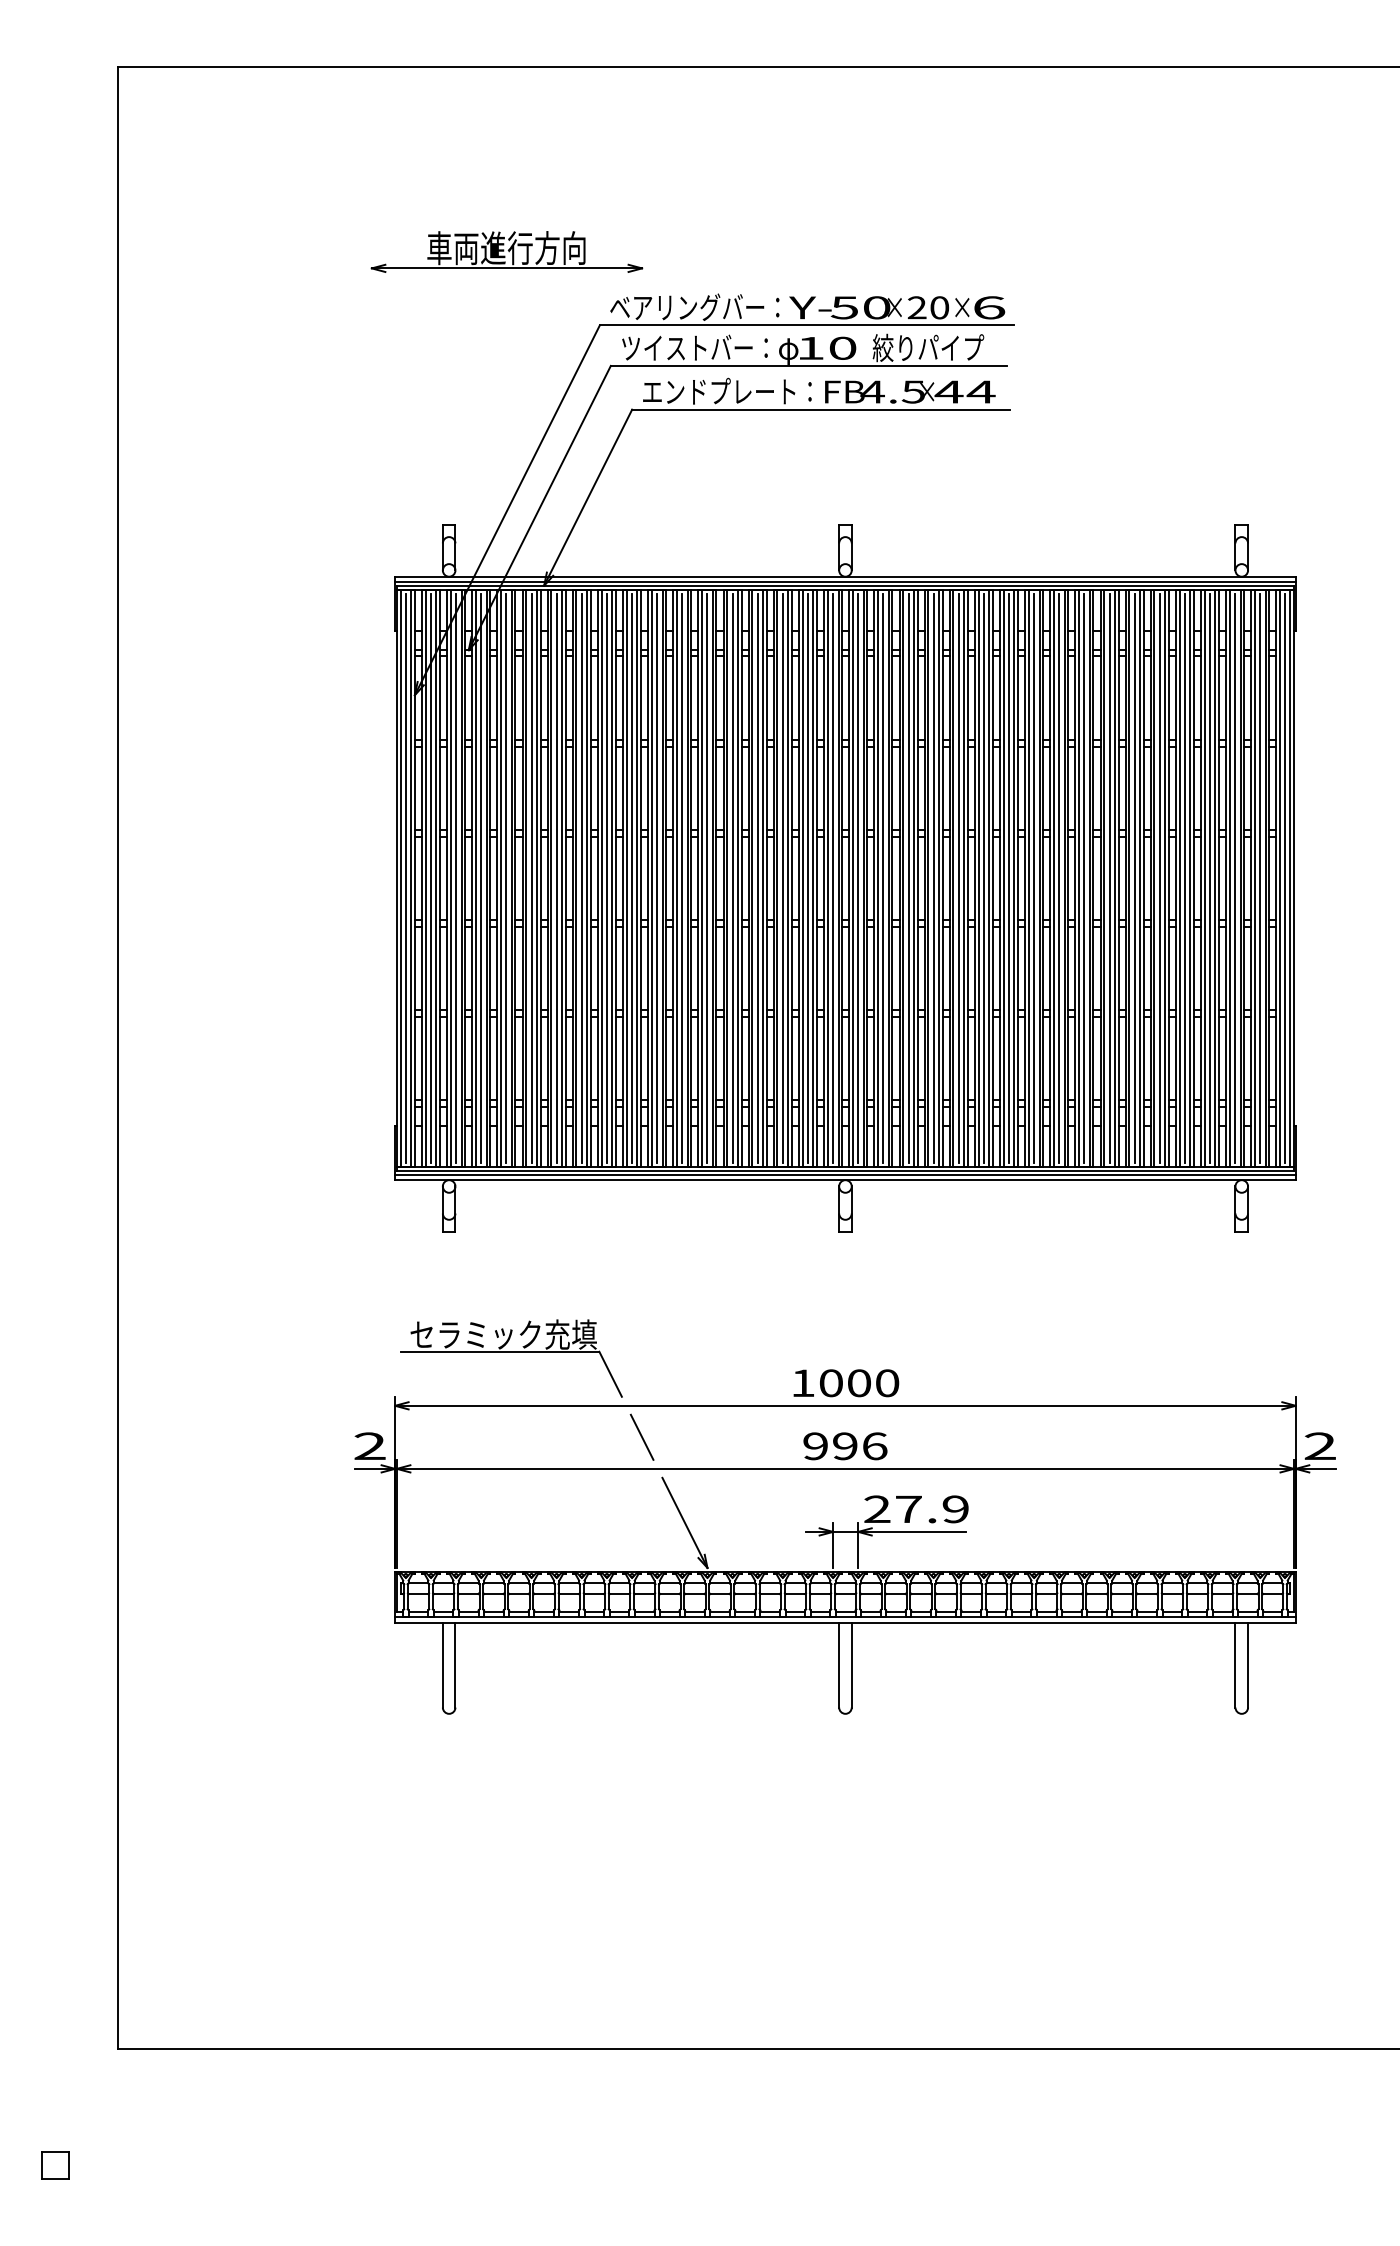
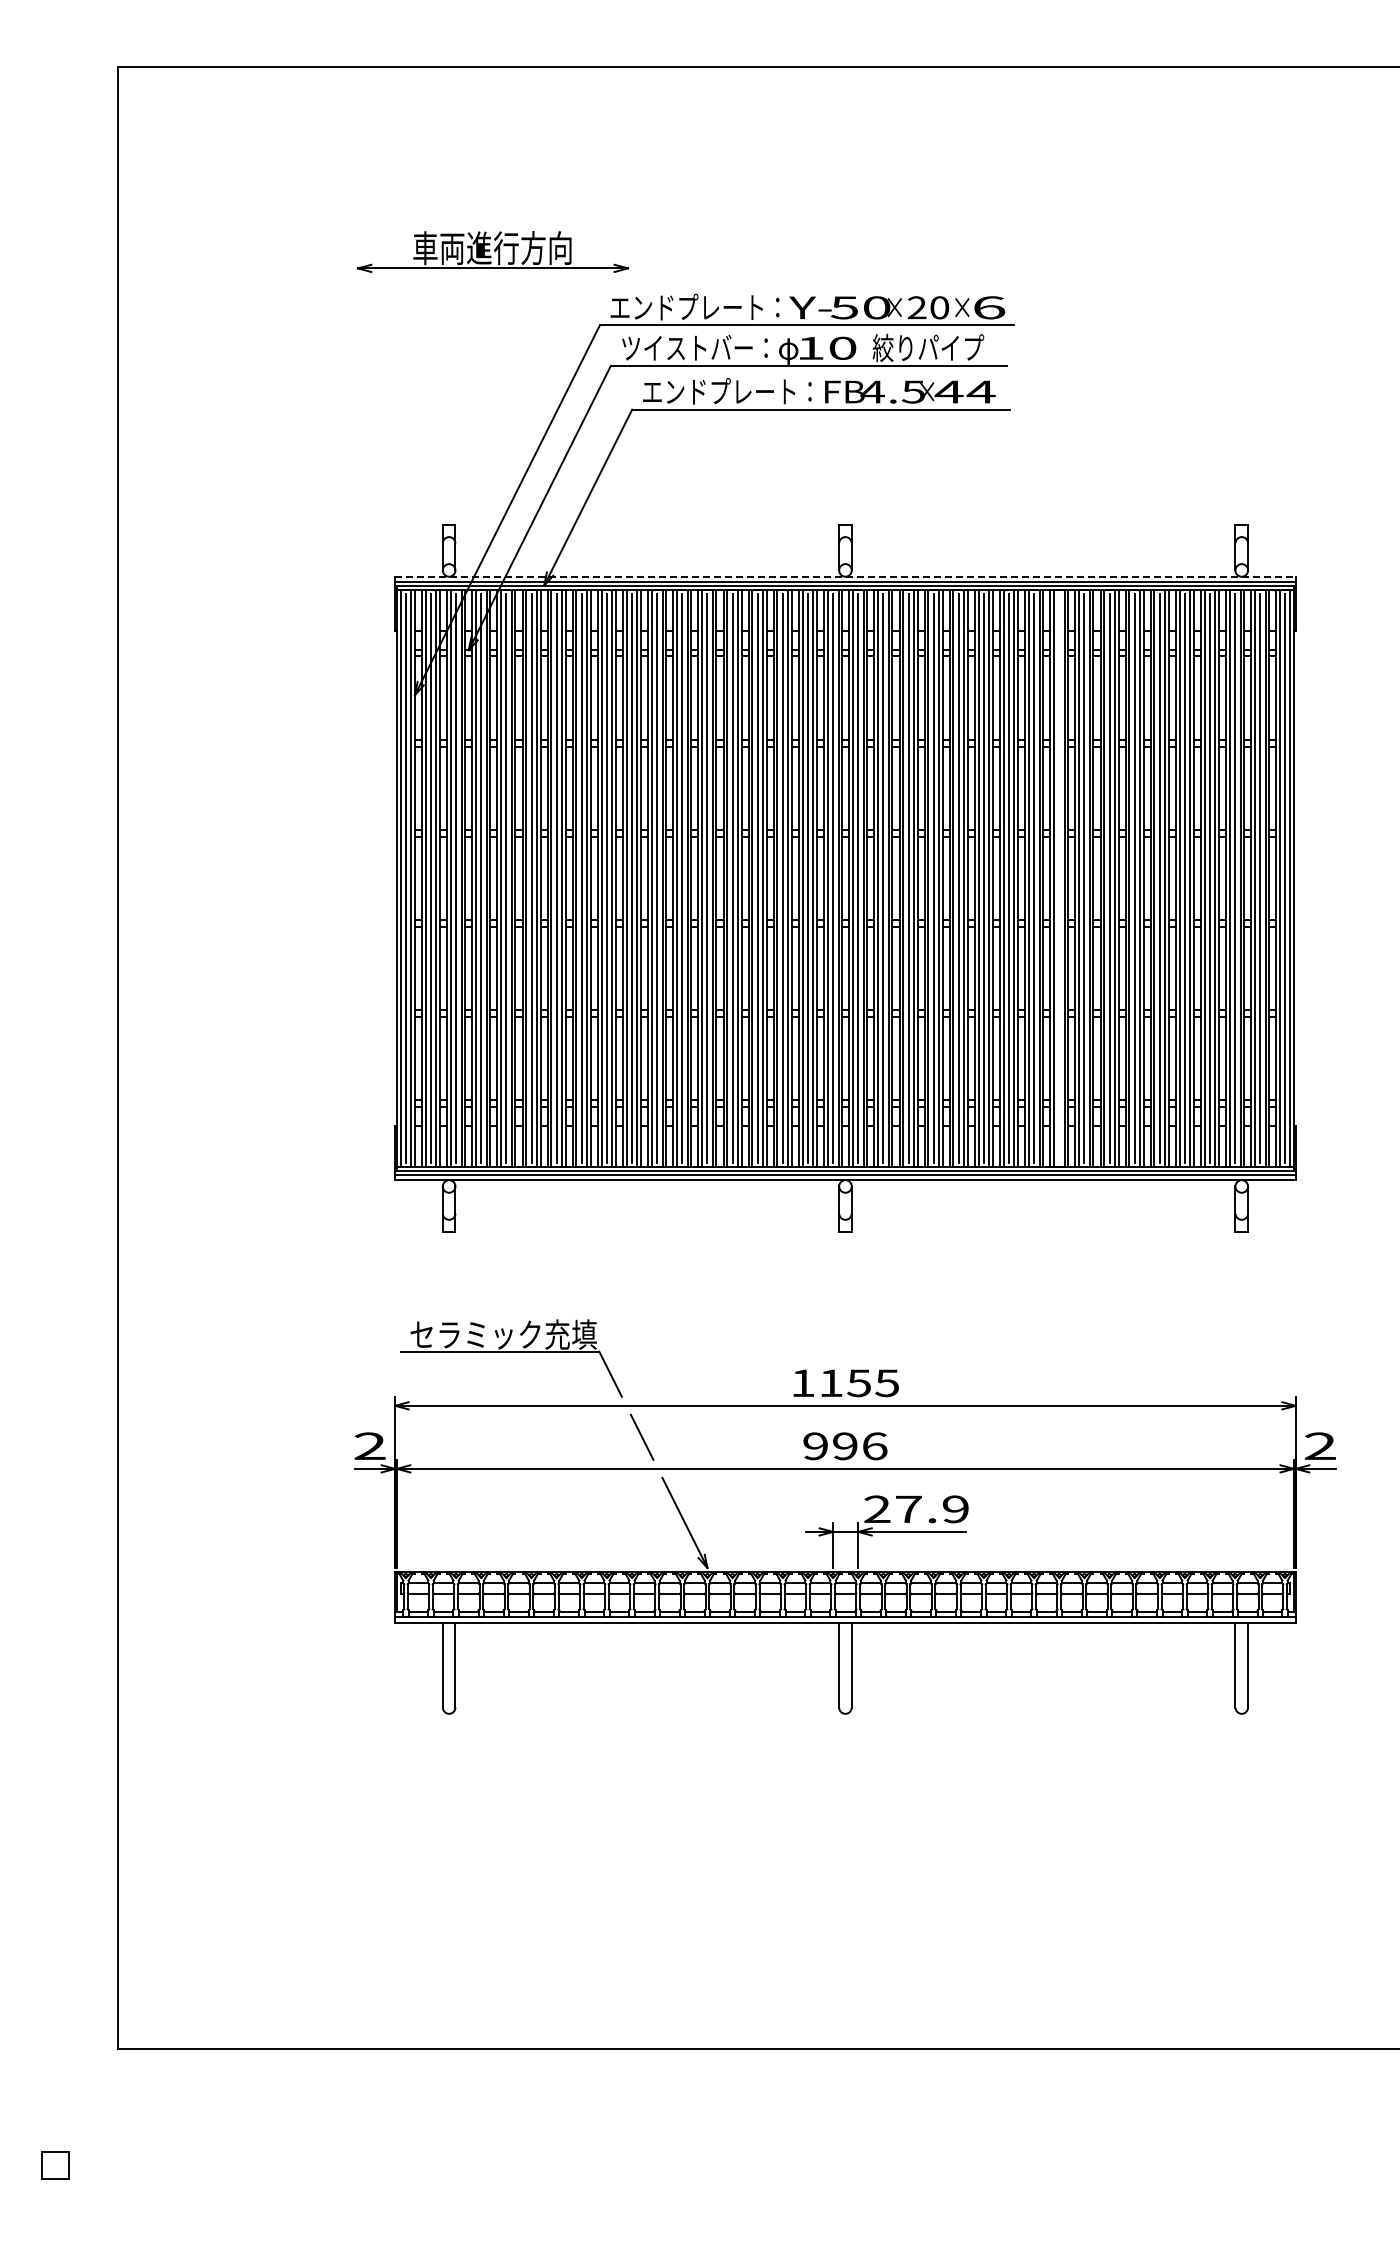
part at (506, 251) position: (506, 251) -> (492, 251)
text at (687, 306): ベアリングバー： -> エンドプレート：
line at (845, 576): solid -> dashed
line at (1059, 878): present -> none
text at (859, 1383): 1000 -> 1155
